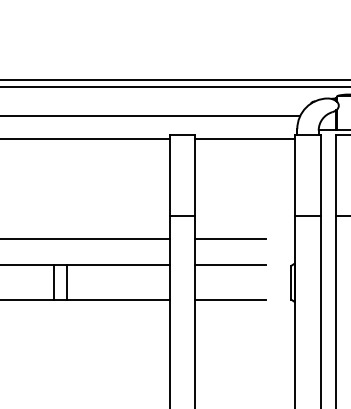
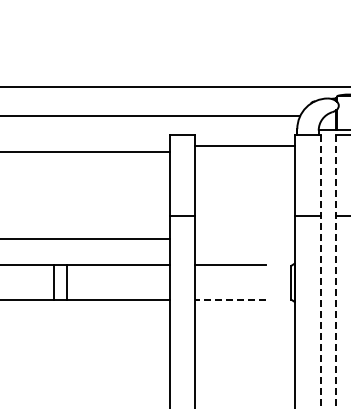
line at (174, 79): present -> none
line at (85, 138) position: (85, 138) -> (85, 151)
line at (245, 138) position: (245, 138) -> (245, 145)
line at (230, 238): present -> none
line at (320, 271): solid -> dashed
line at (335, 271): solid -> dashed
line at (230, 300): solid -> dashed
